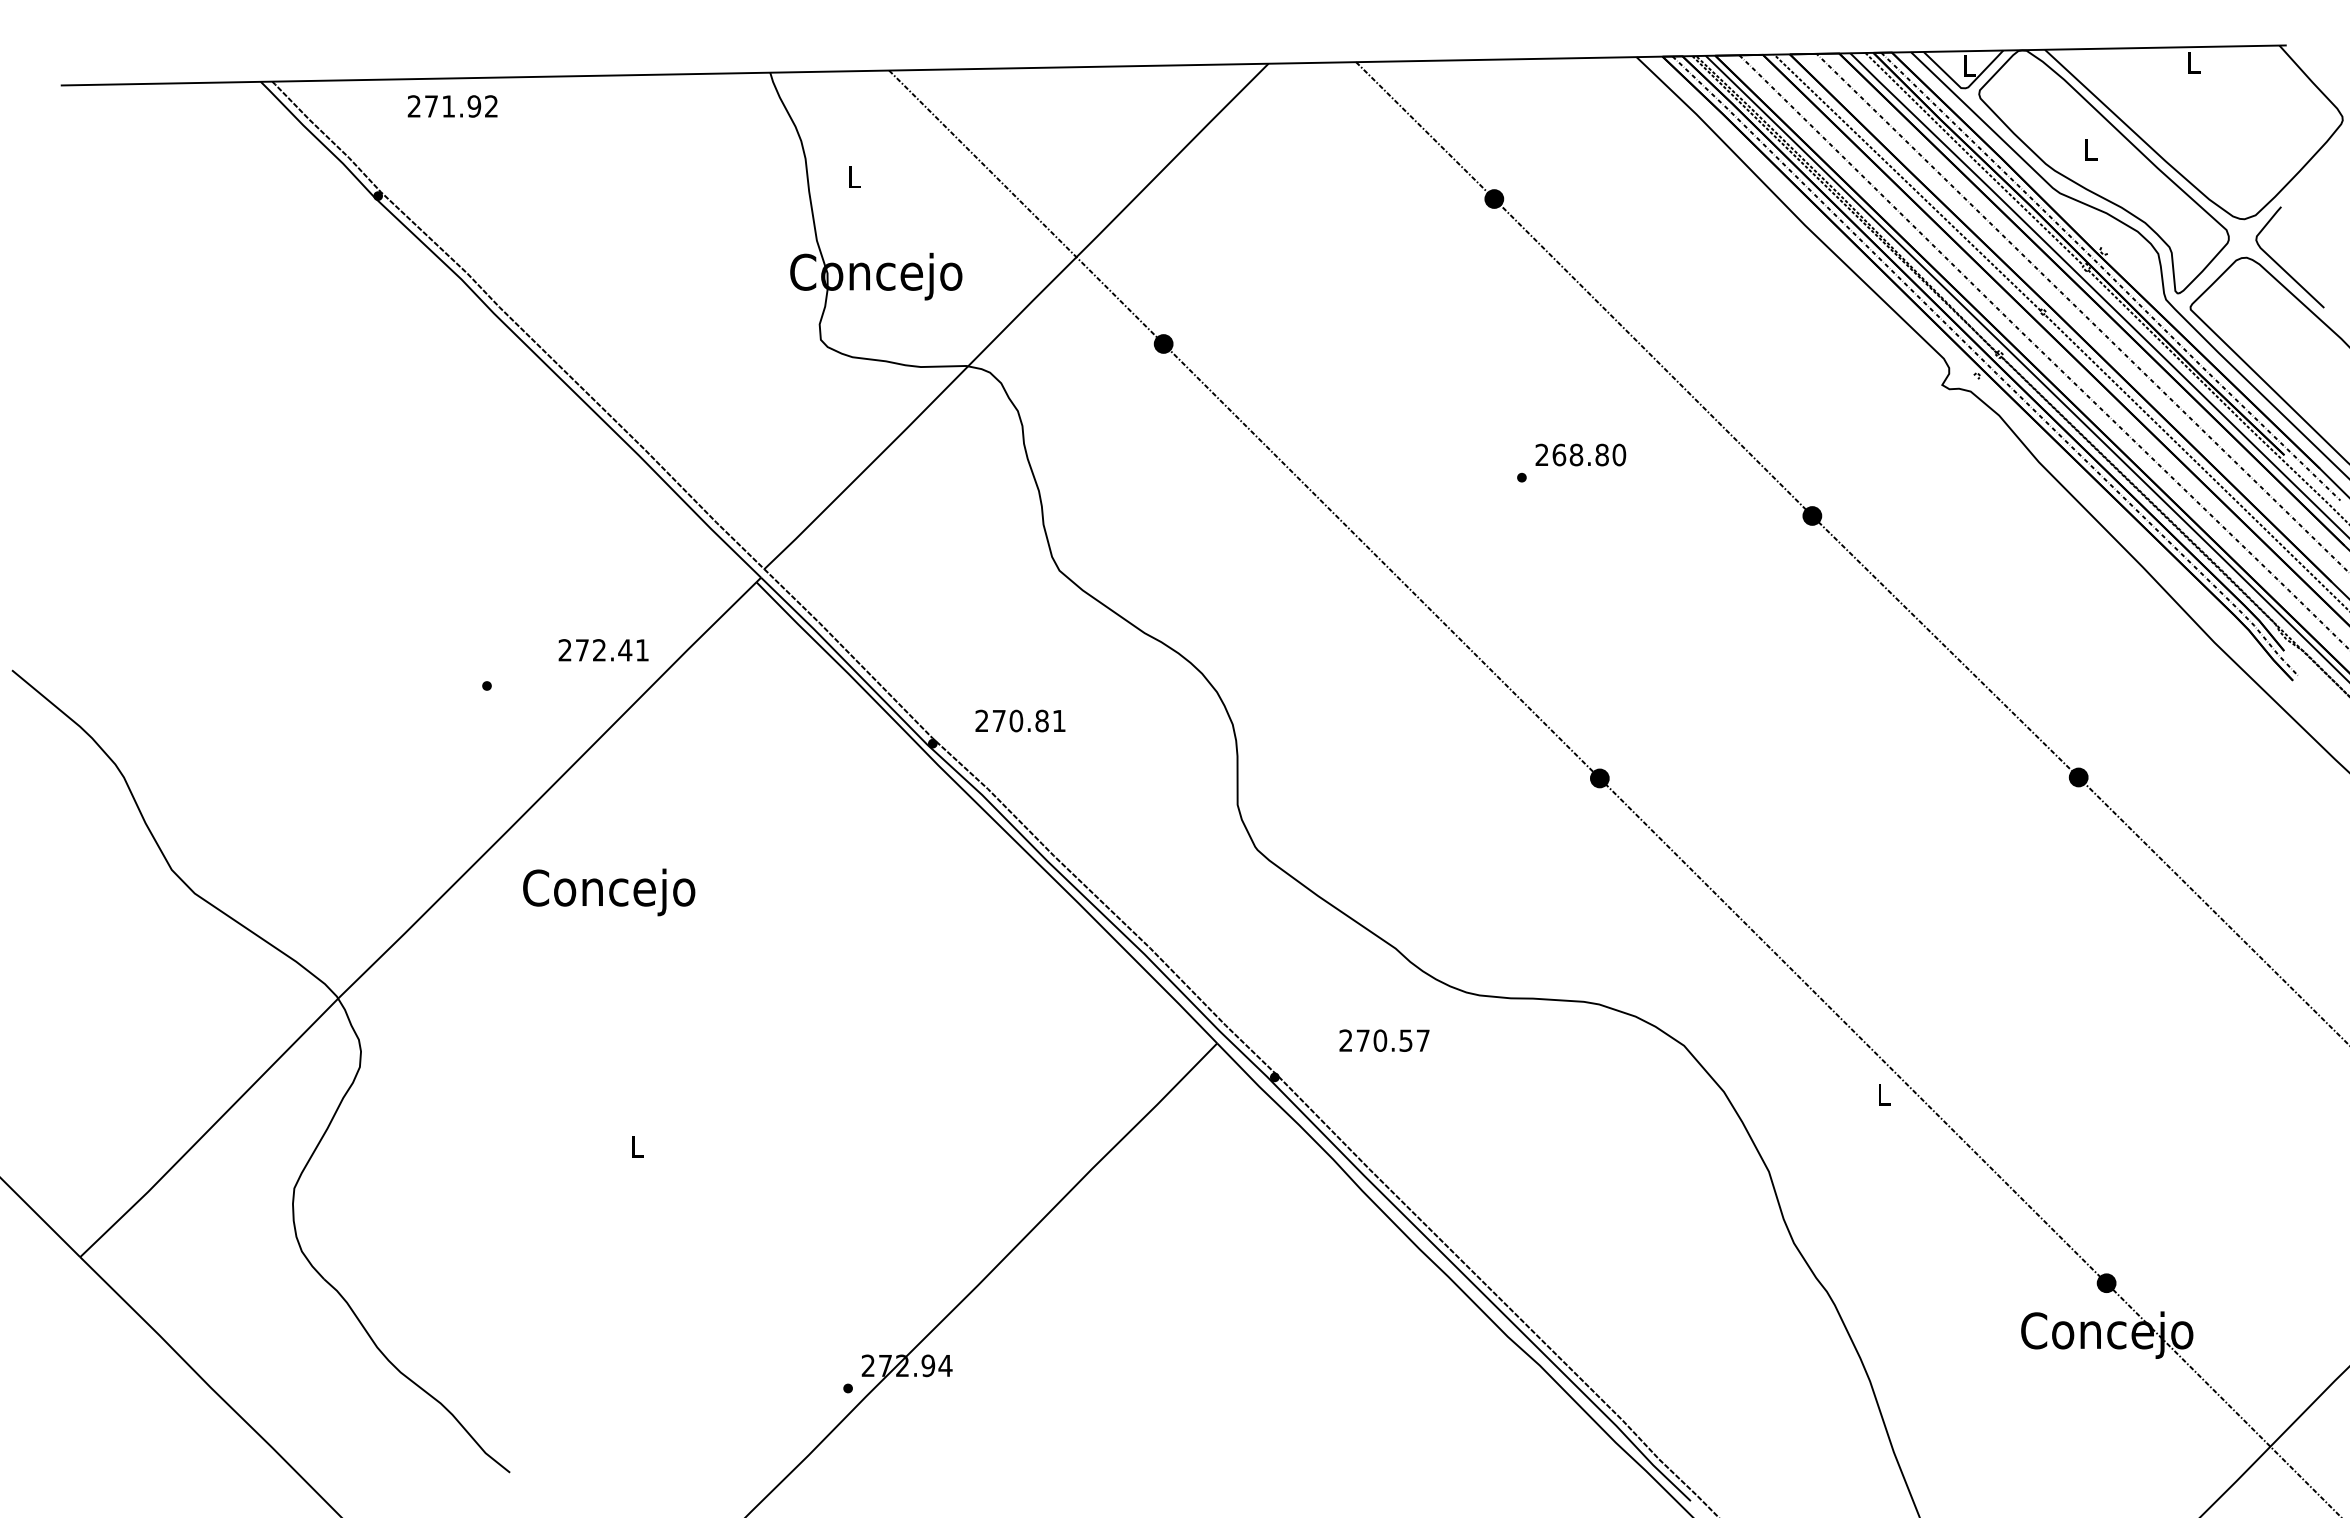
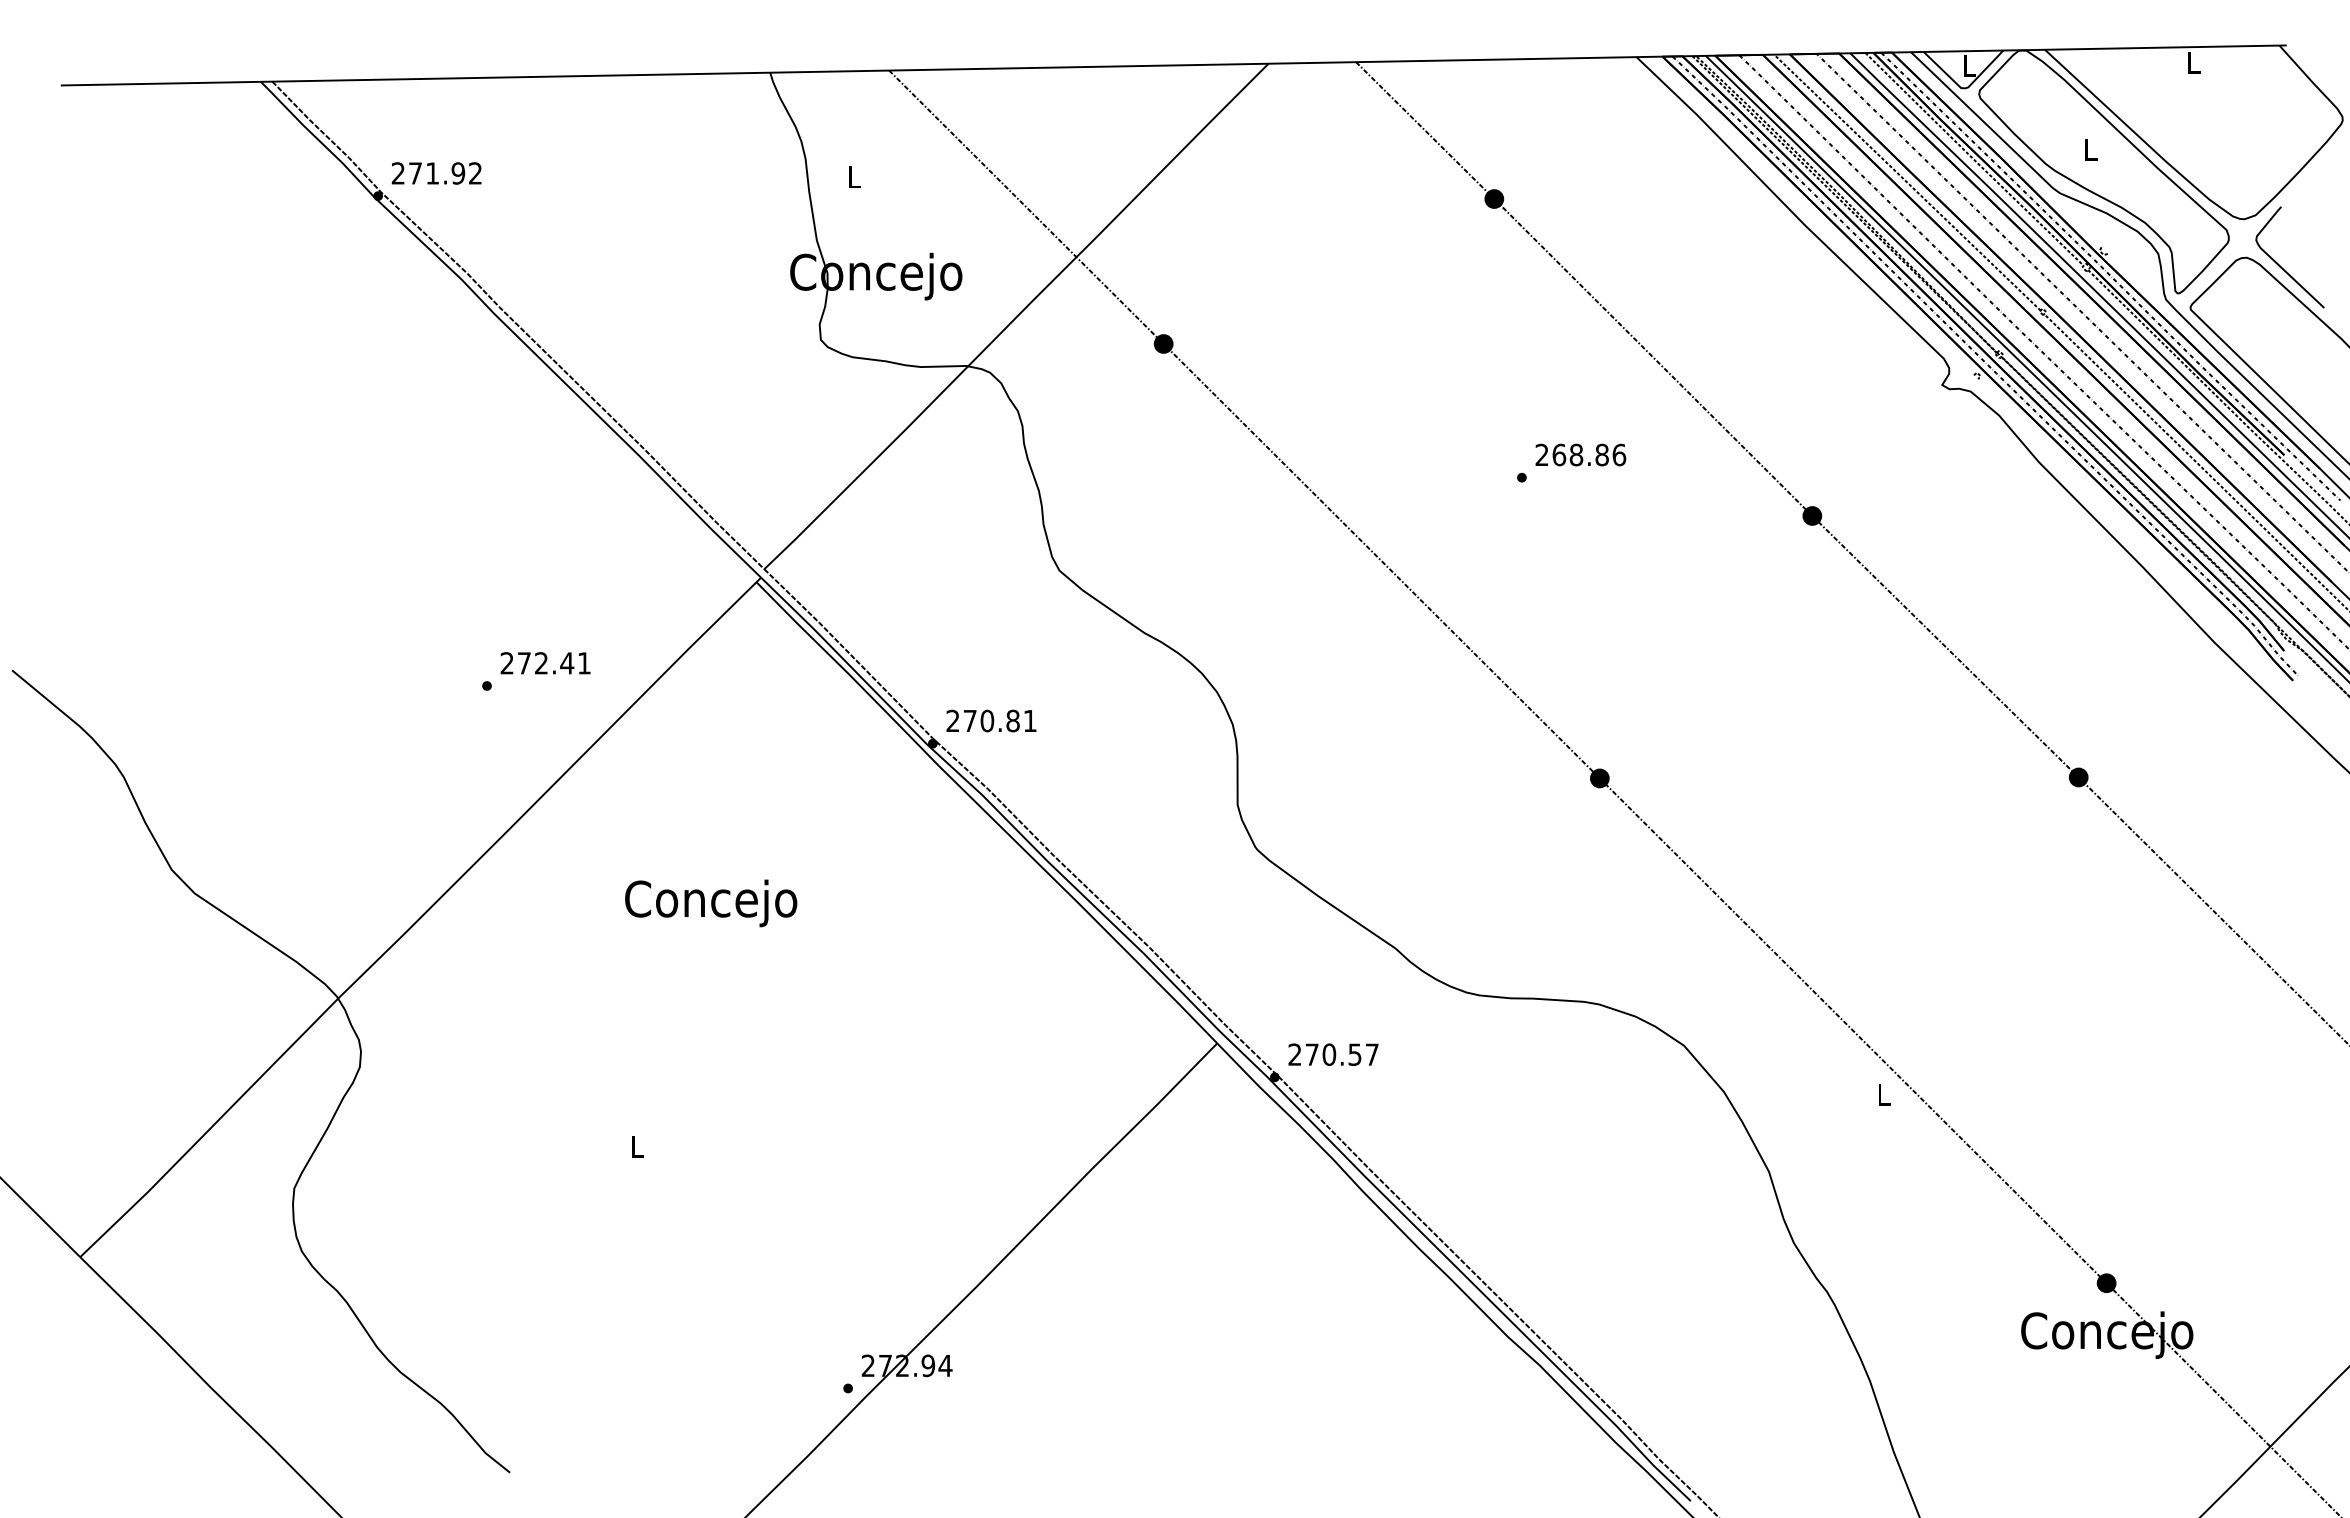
text at (452, 106) position: (452, 106) -> (436, 173)
text at (1619, 454): 268.80 -> 268.86
text at (603, 650) position: (603, 650) -> (545, 663)
text at (1020, 720) position: (1020, 720) -> (991, 720)
text at (609, 892) position: (609, 892) -> (711, 903)
text at (1384, 1040) position: (1384, 1040) -> (1333, 1054)
